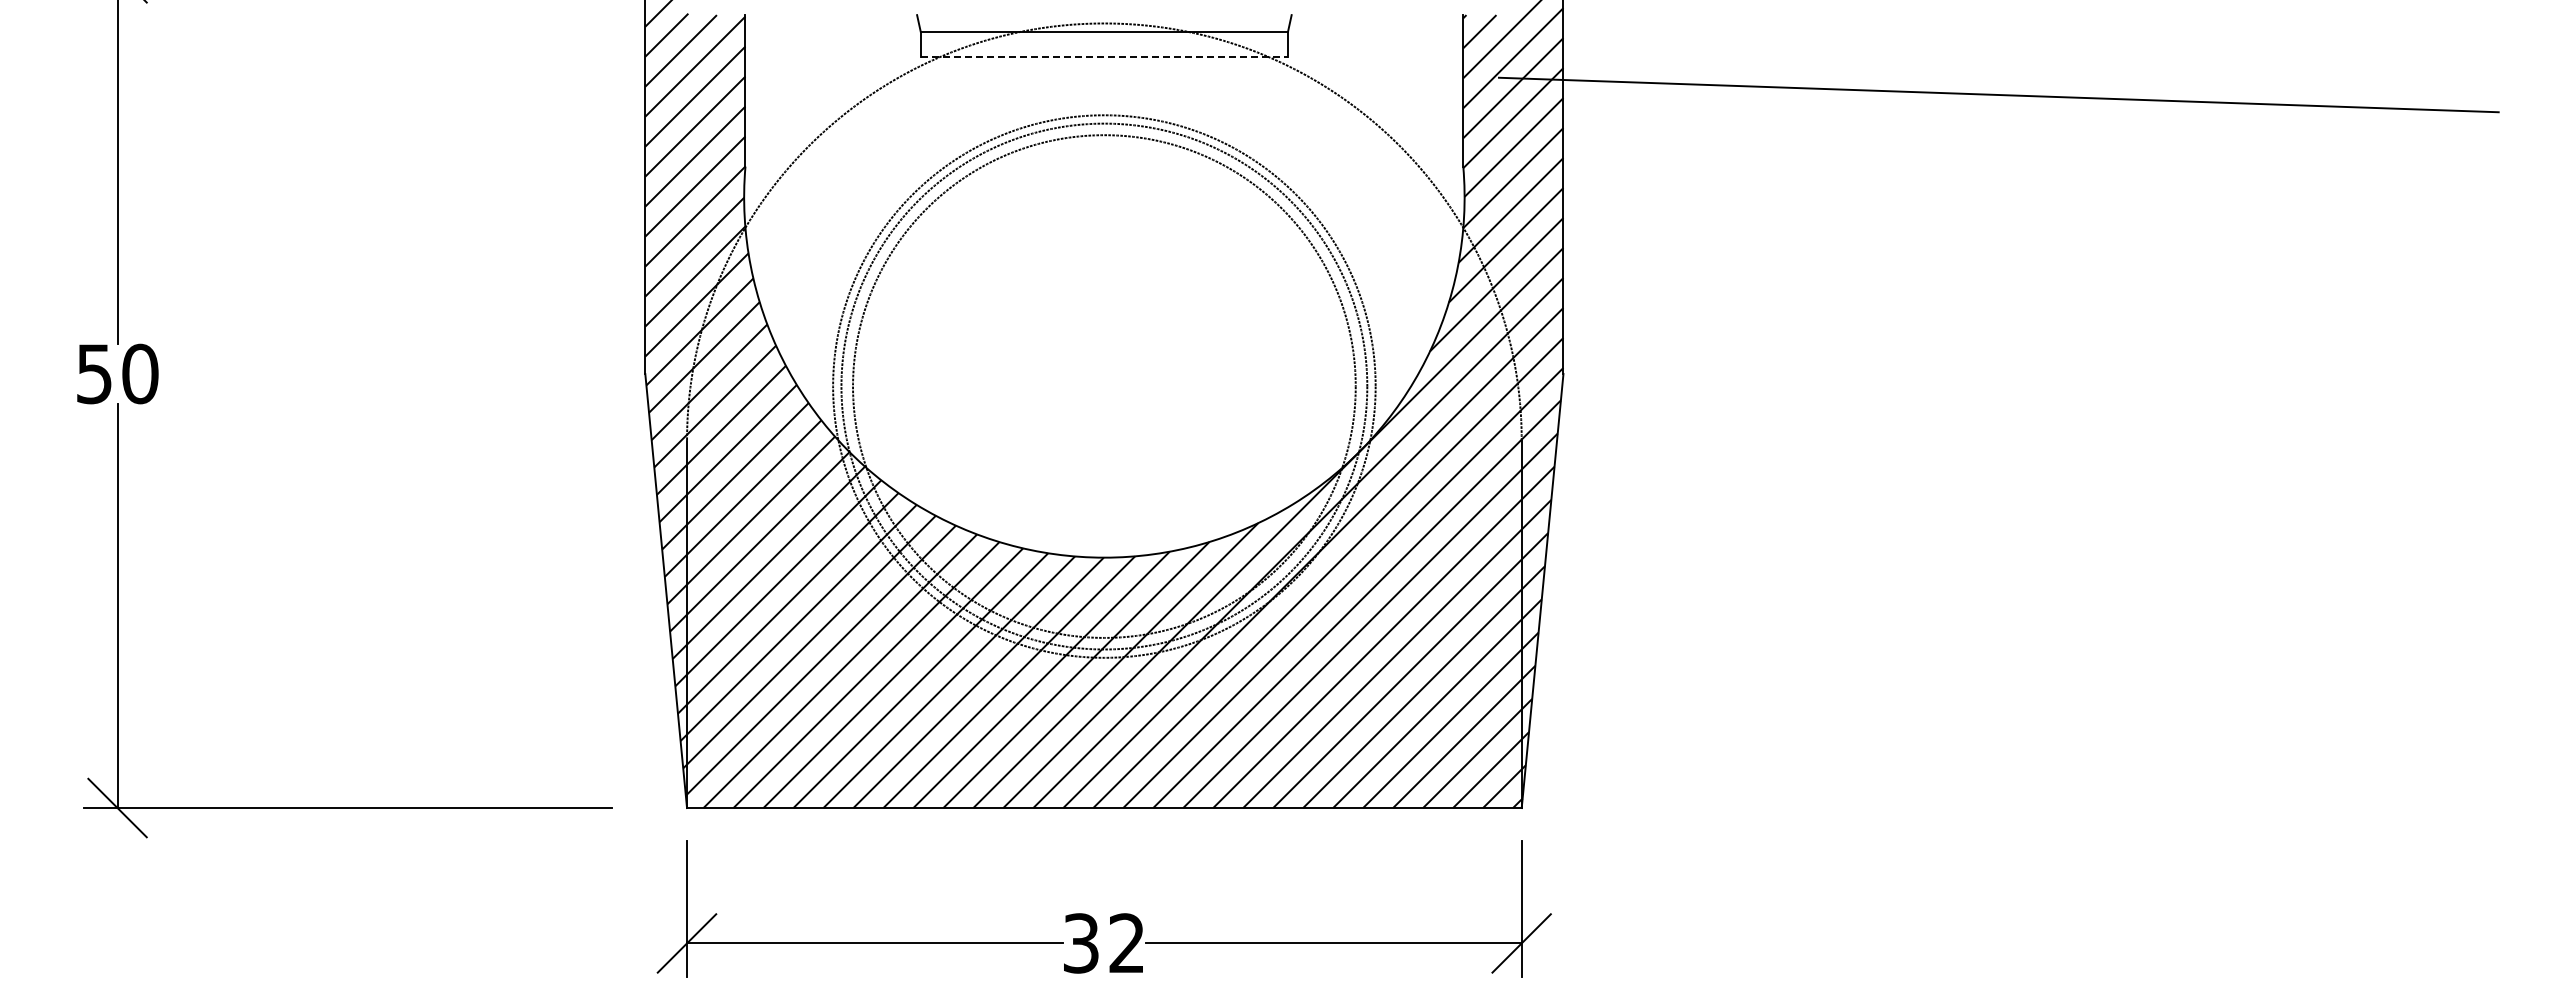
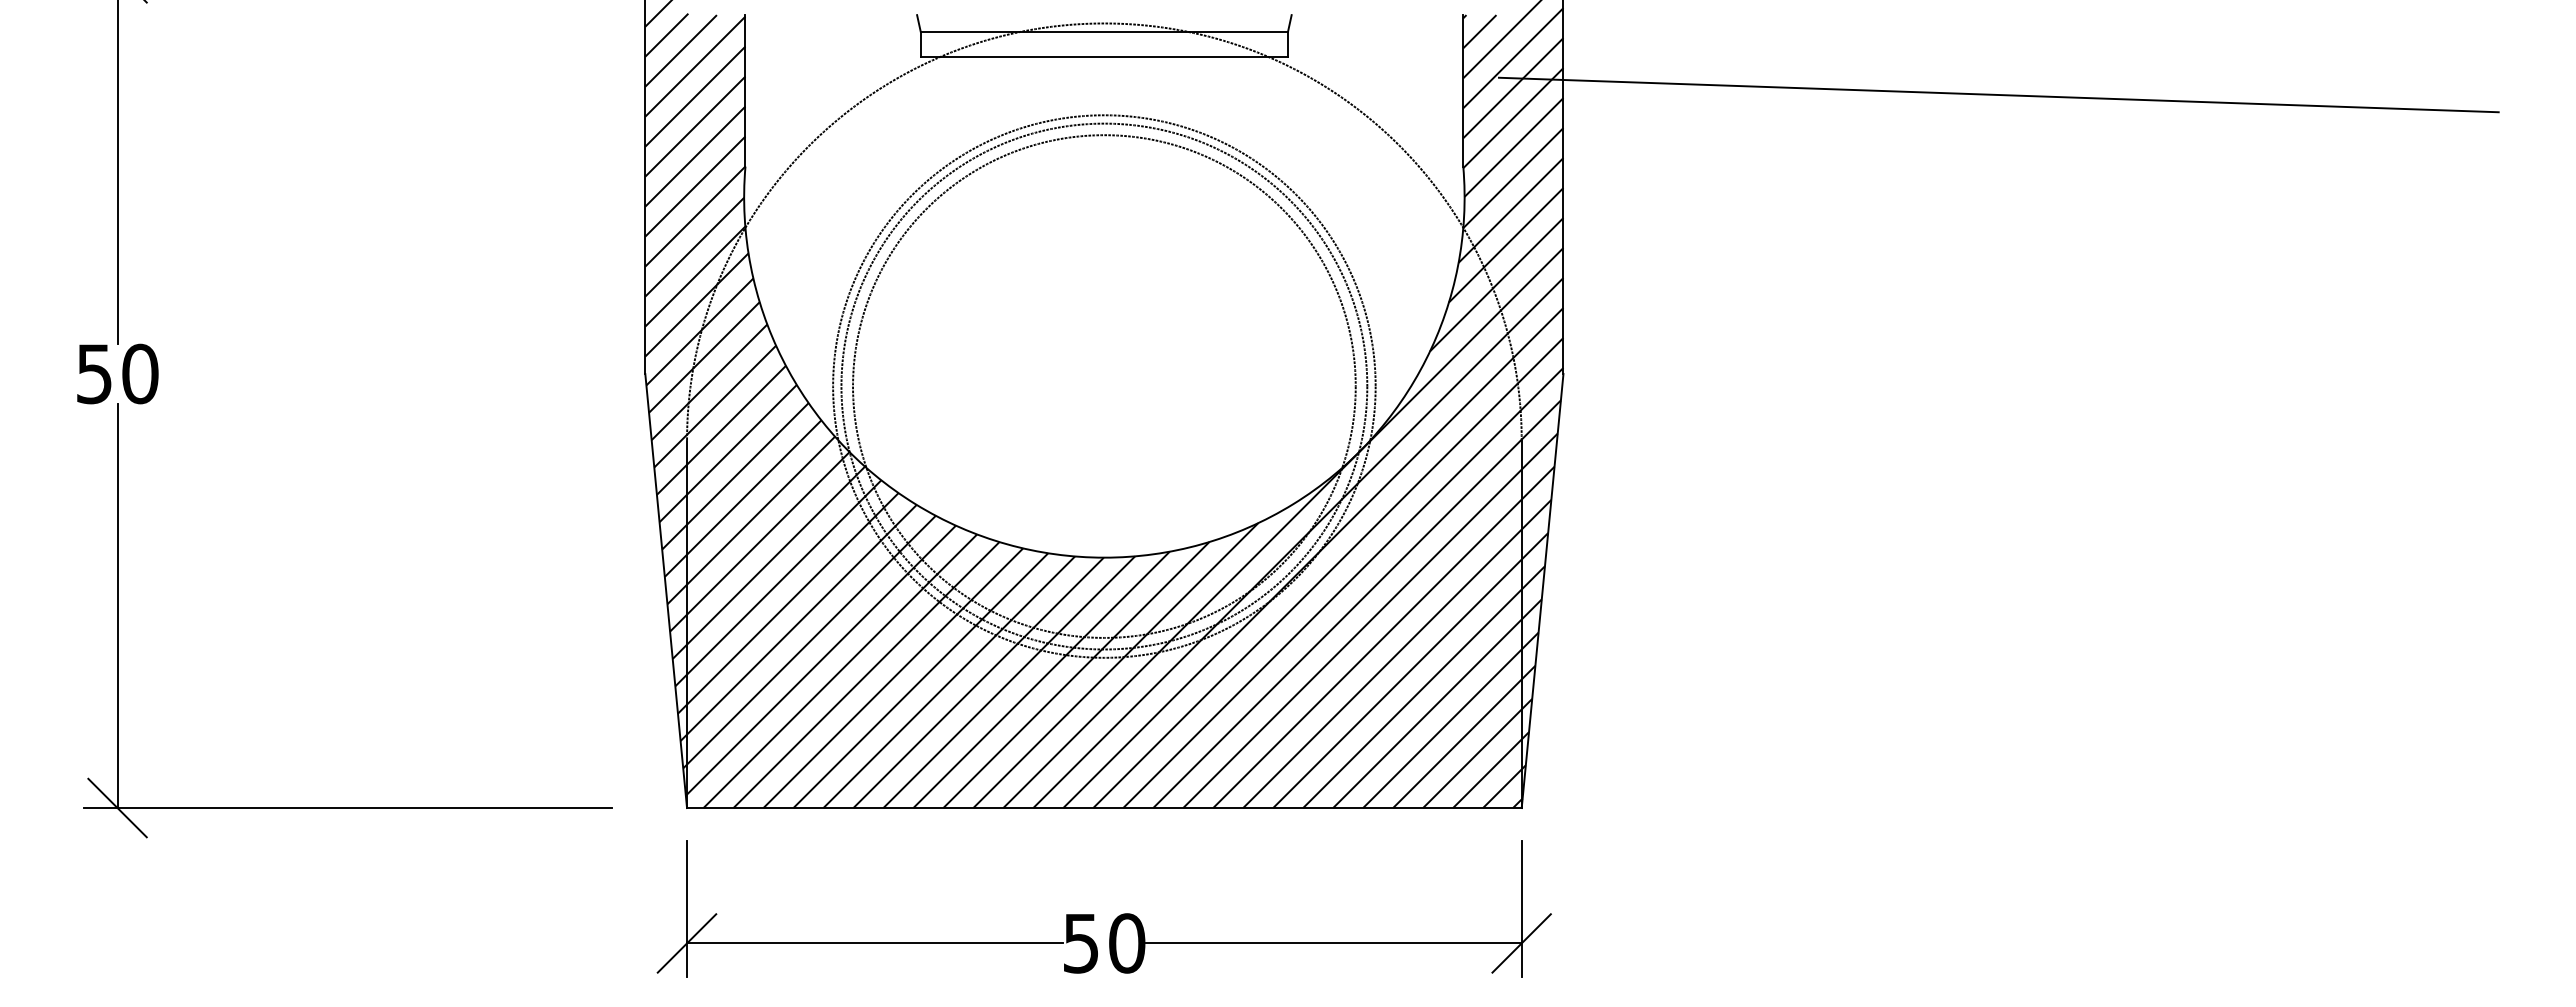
line at (1104, 56): dashed -> solid
text at (1104, 943): 32 -> 50
